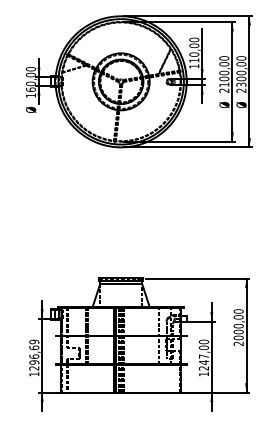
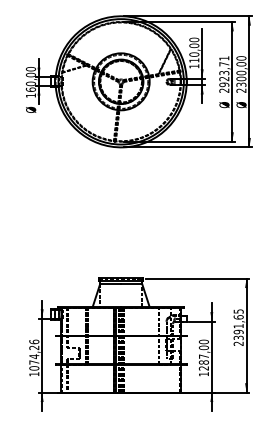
text at (224, 71): 2100,00 -> 2923,71
text at (238, 324): 2000,00 -> 2391,65
text at (34, 354): 1296,69 -> 1074,26
text at (203, 362): 1247,00 -> 1287,00
